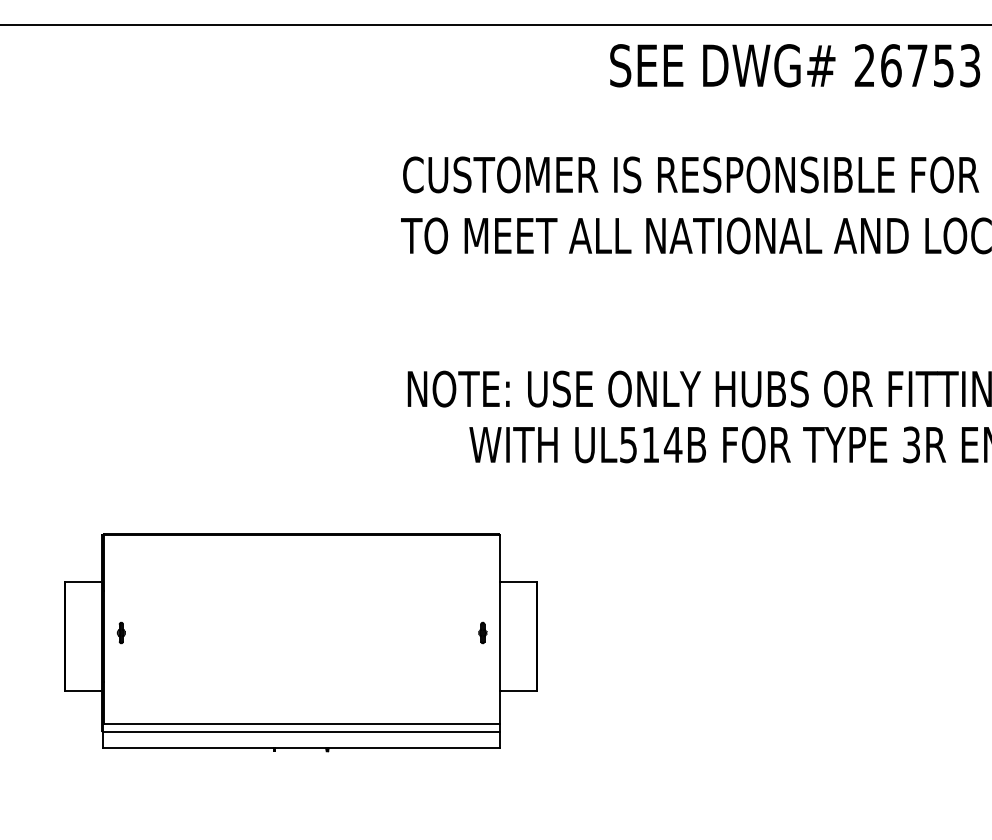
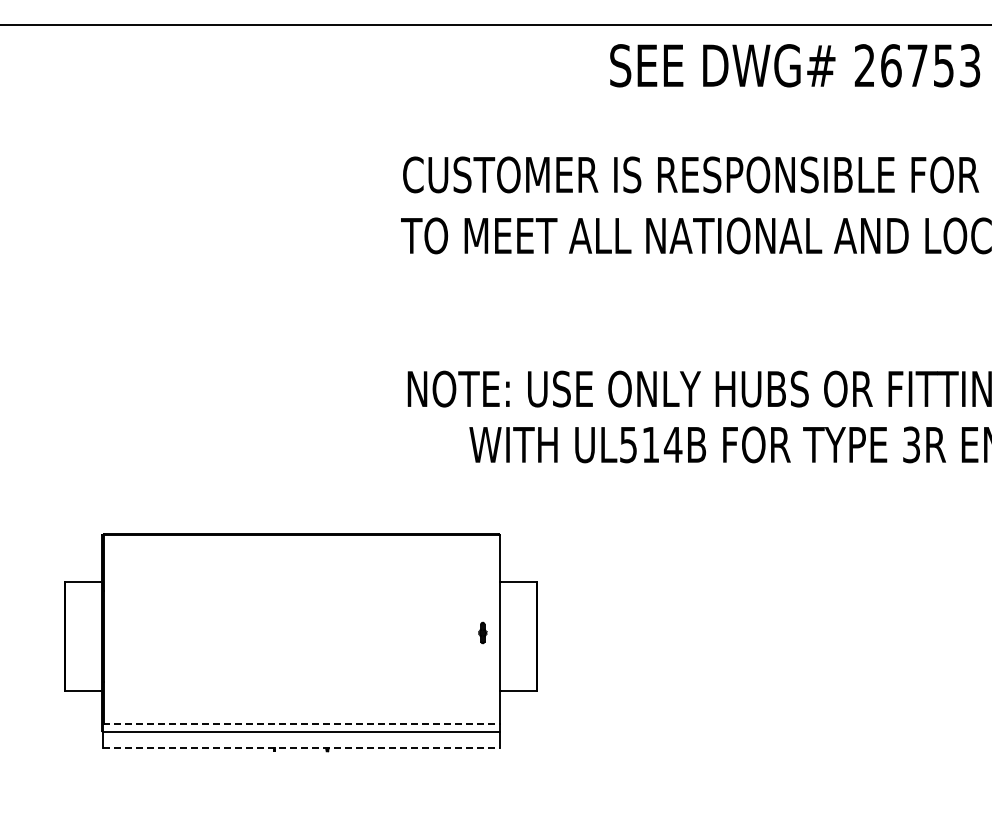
part at (120, 632): present -> none
line at (302, 723): solid -> dashed
line at (302, 748): solid -> dashed
